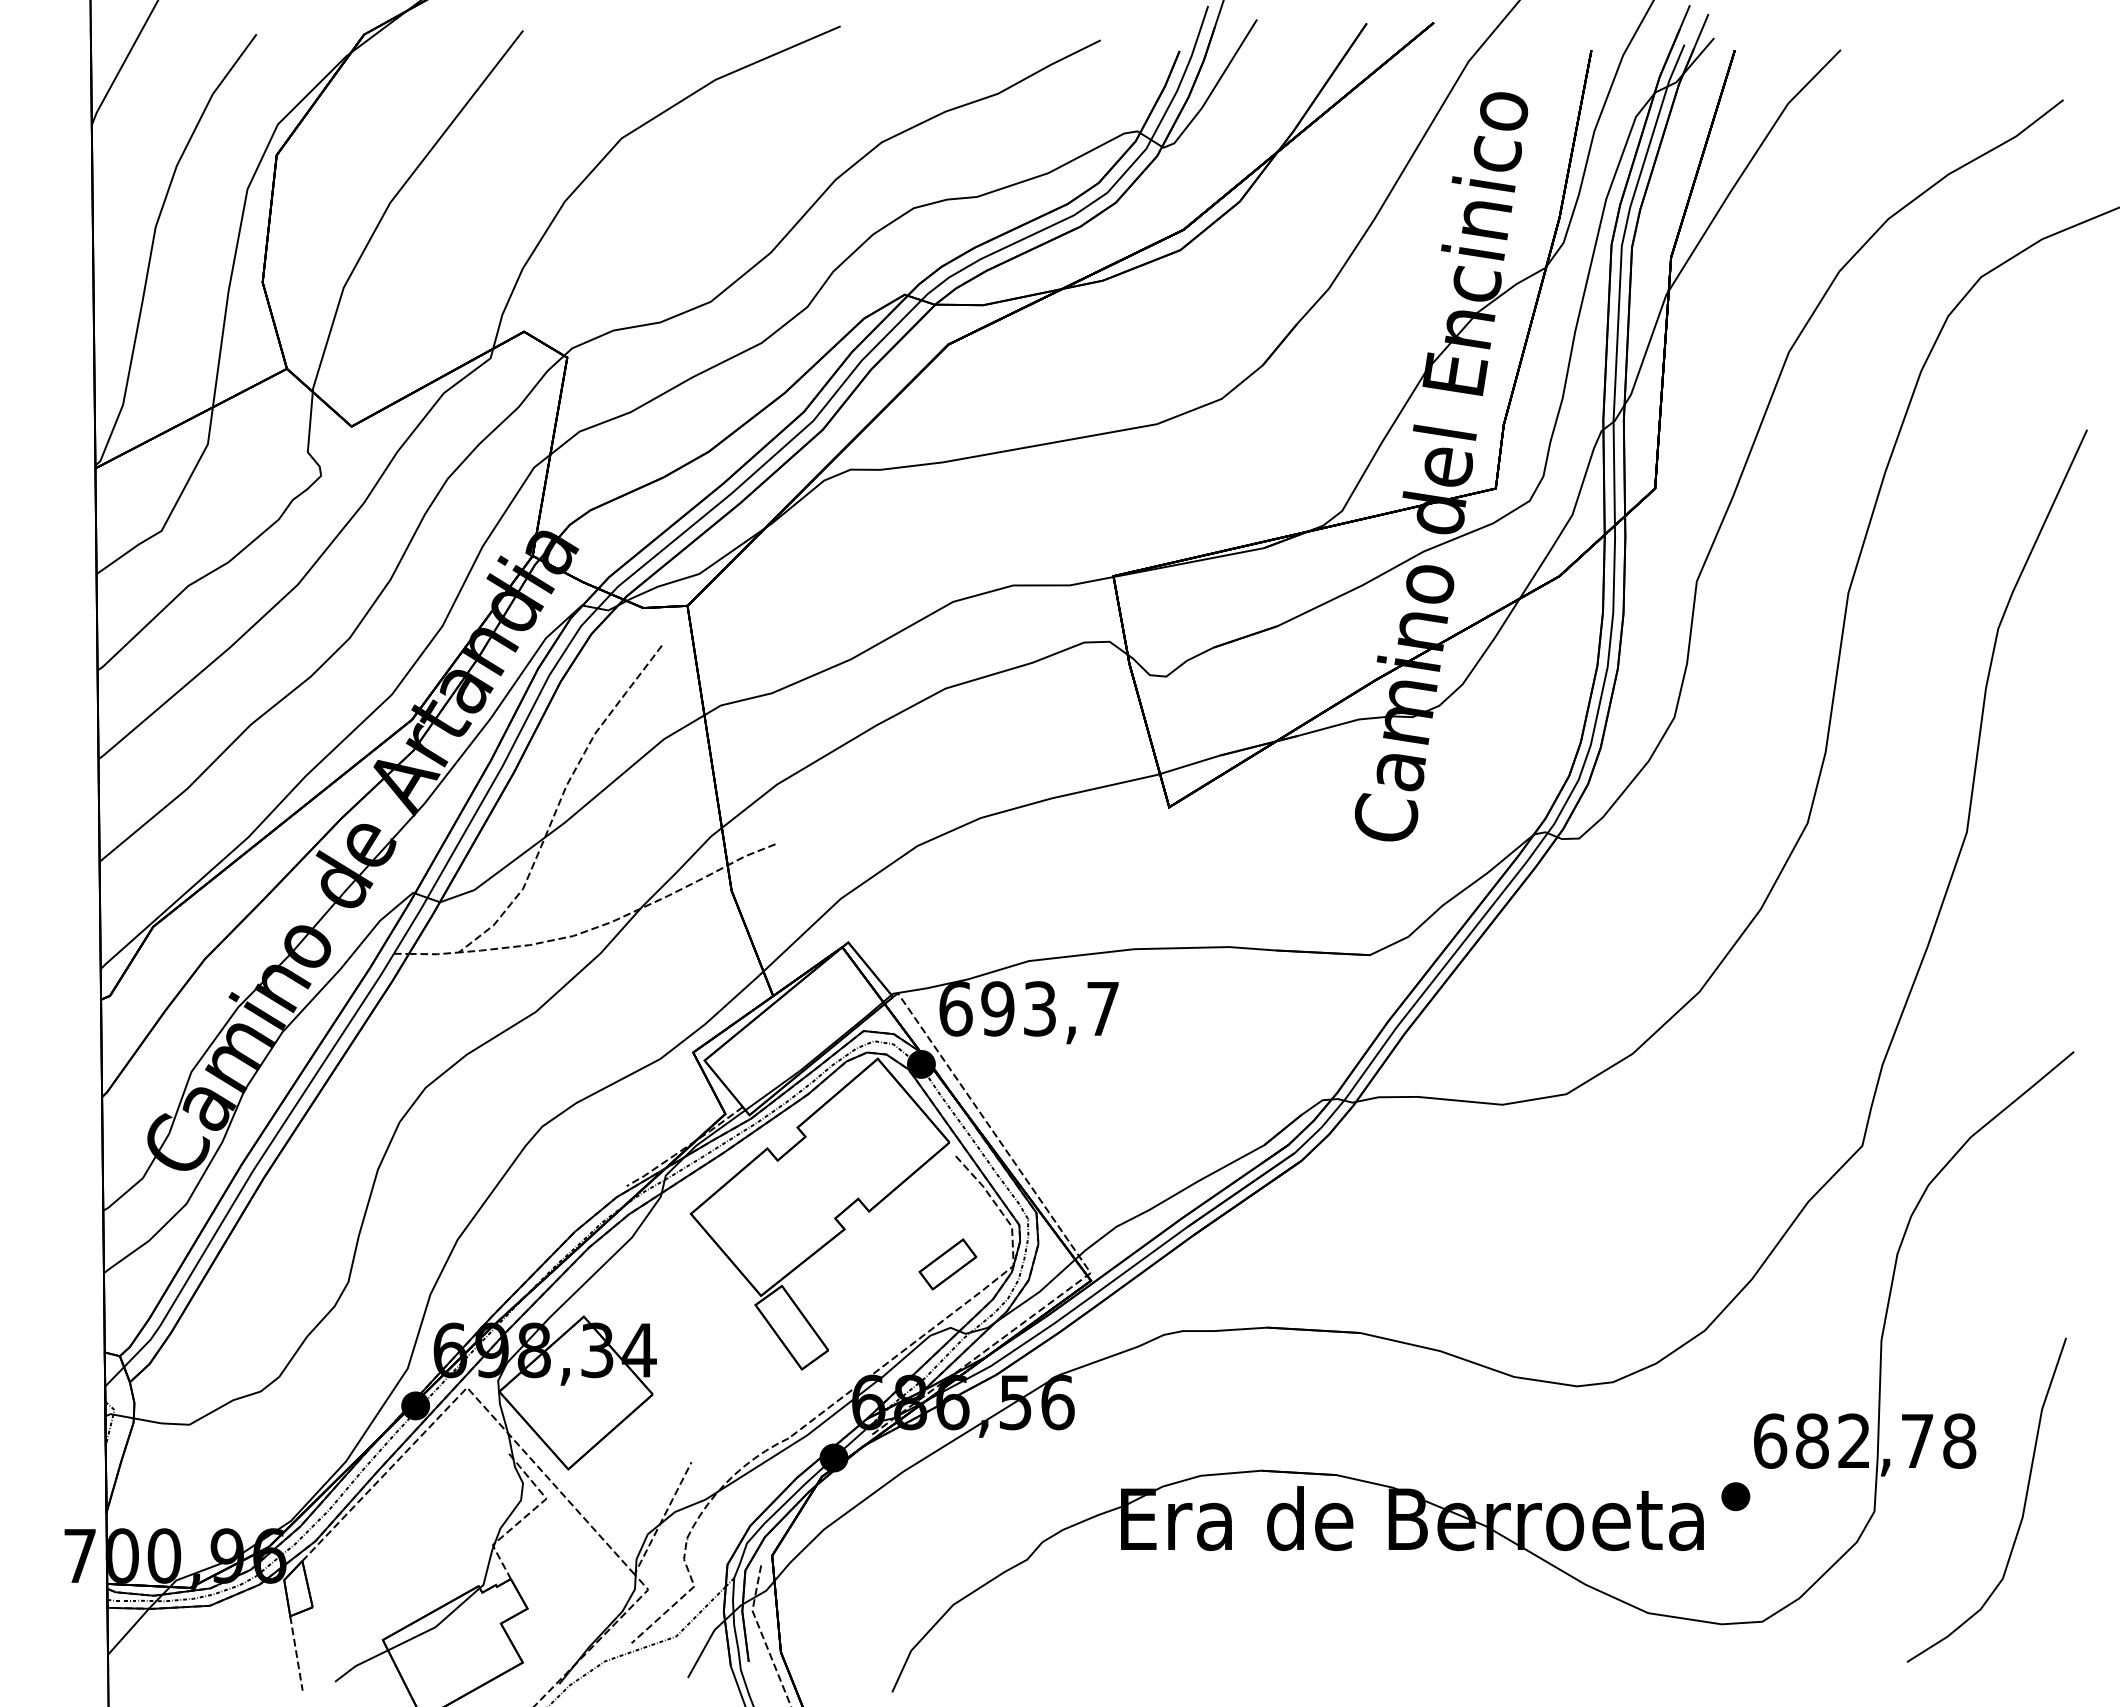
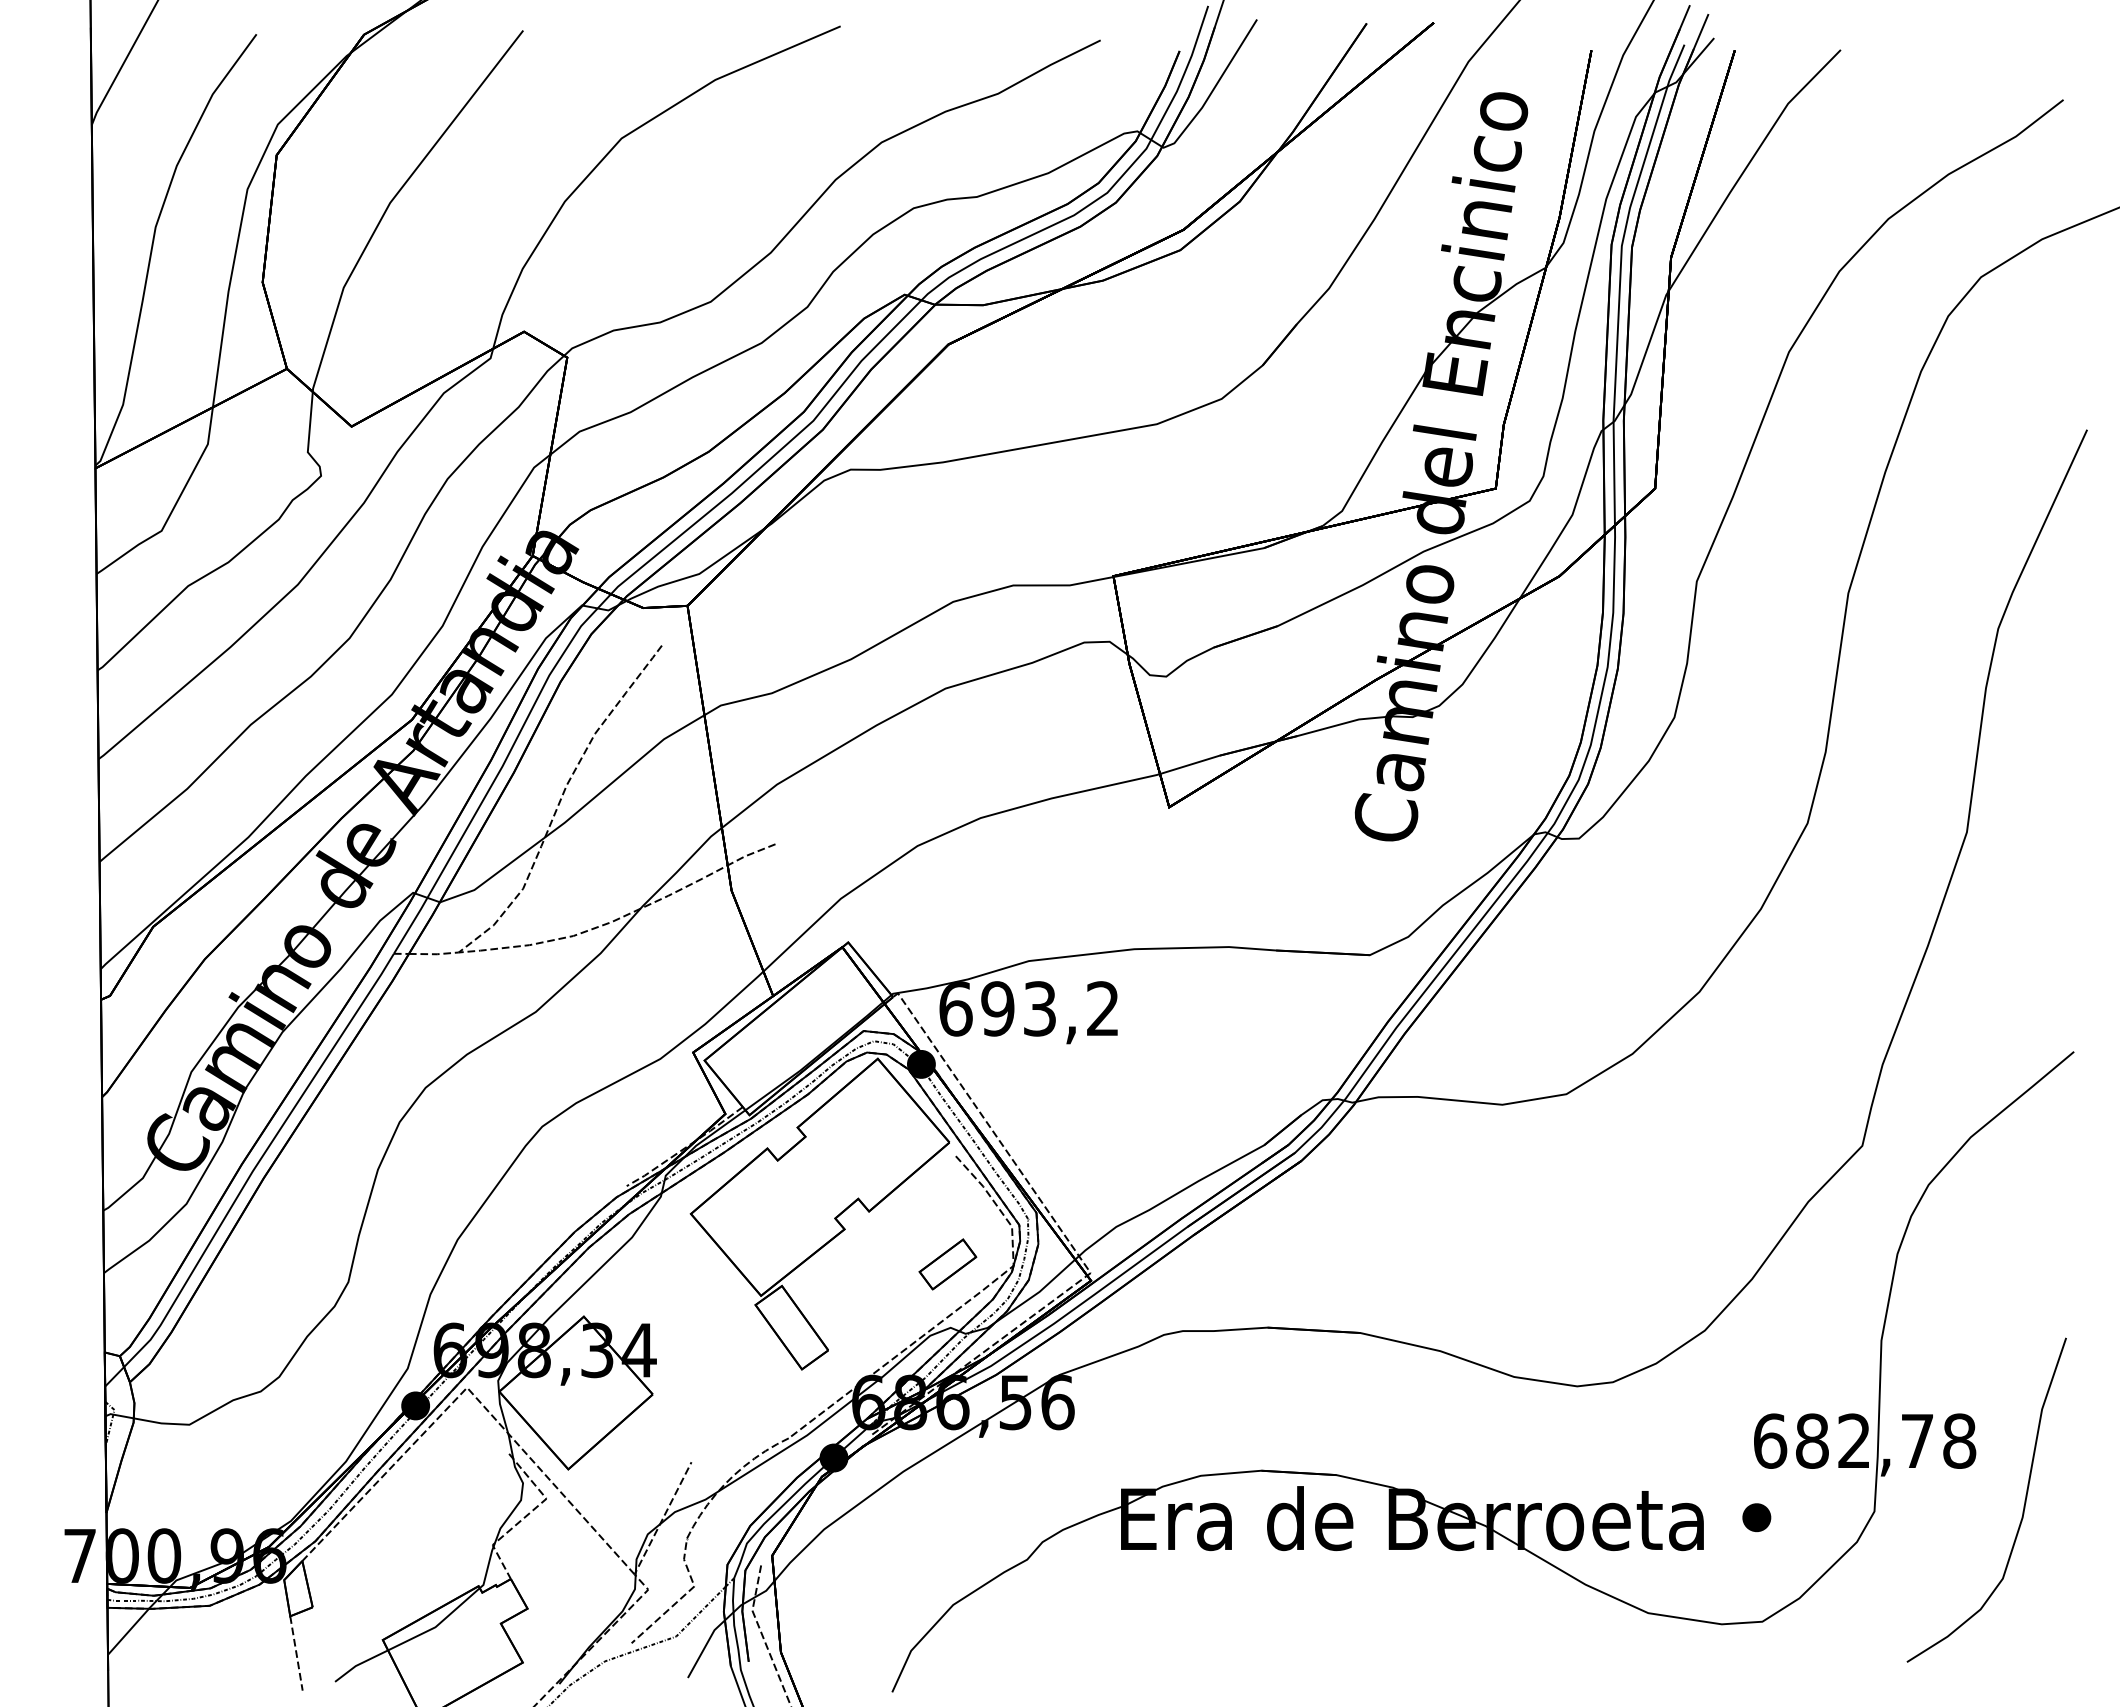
text at (1102, 1008): 693,7 -> 693,2
part at (1735, 1496) position: (1735, 1496) -> (1756, 1517)
